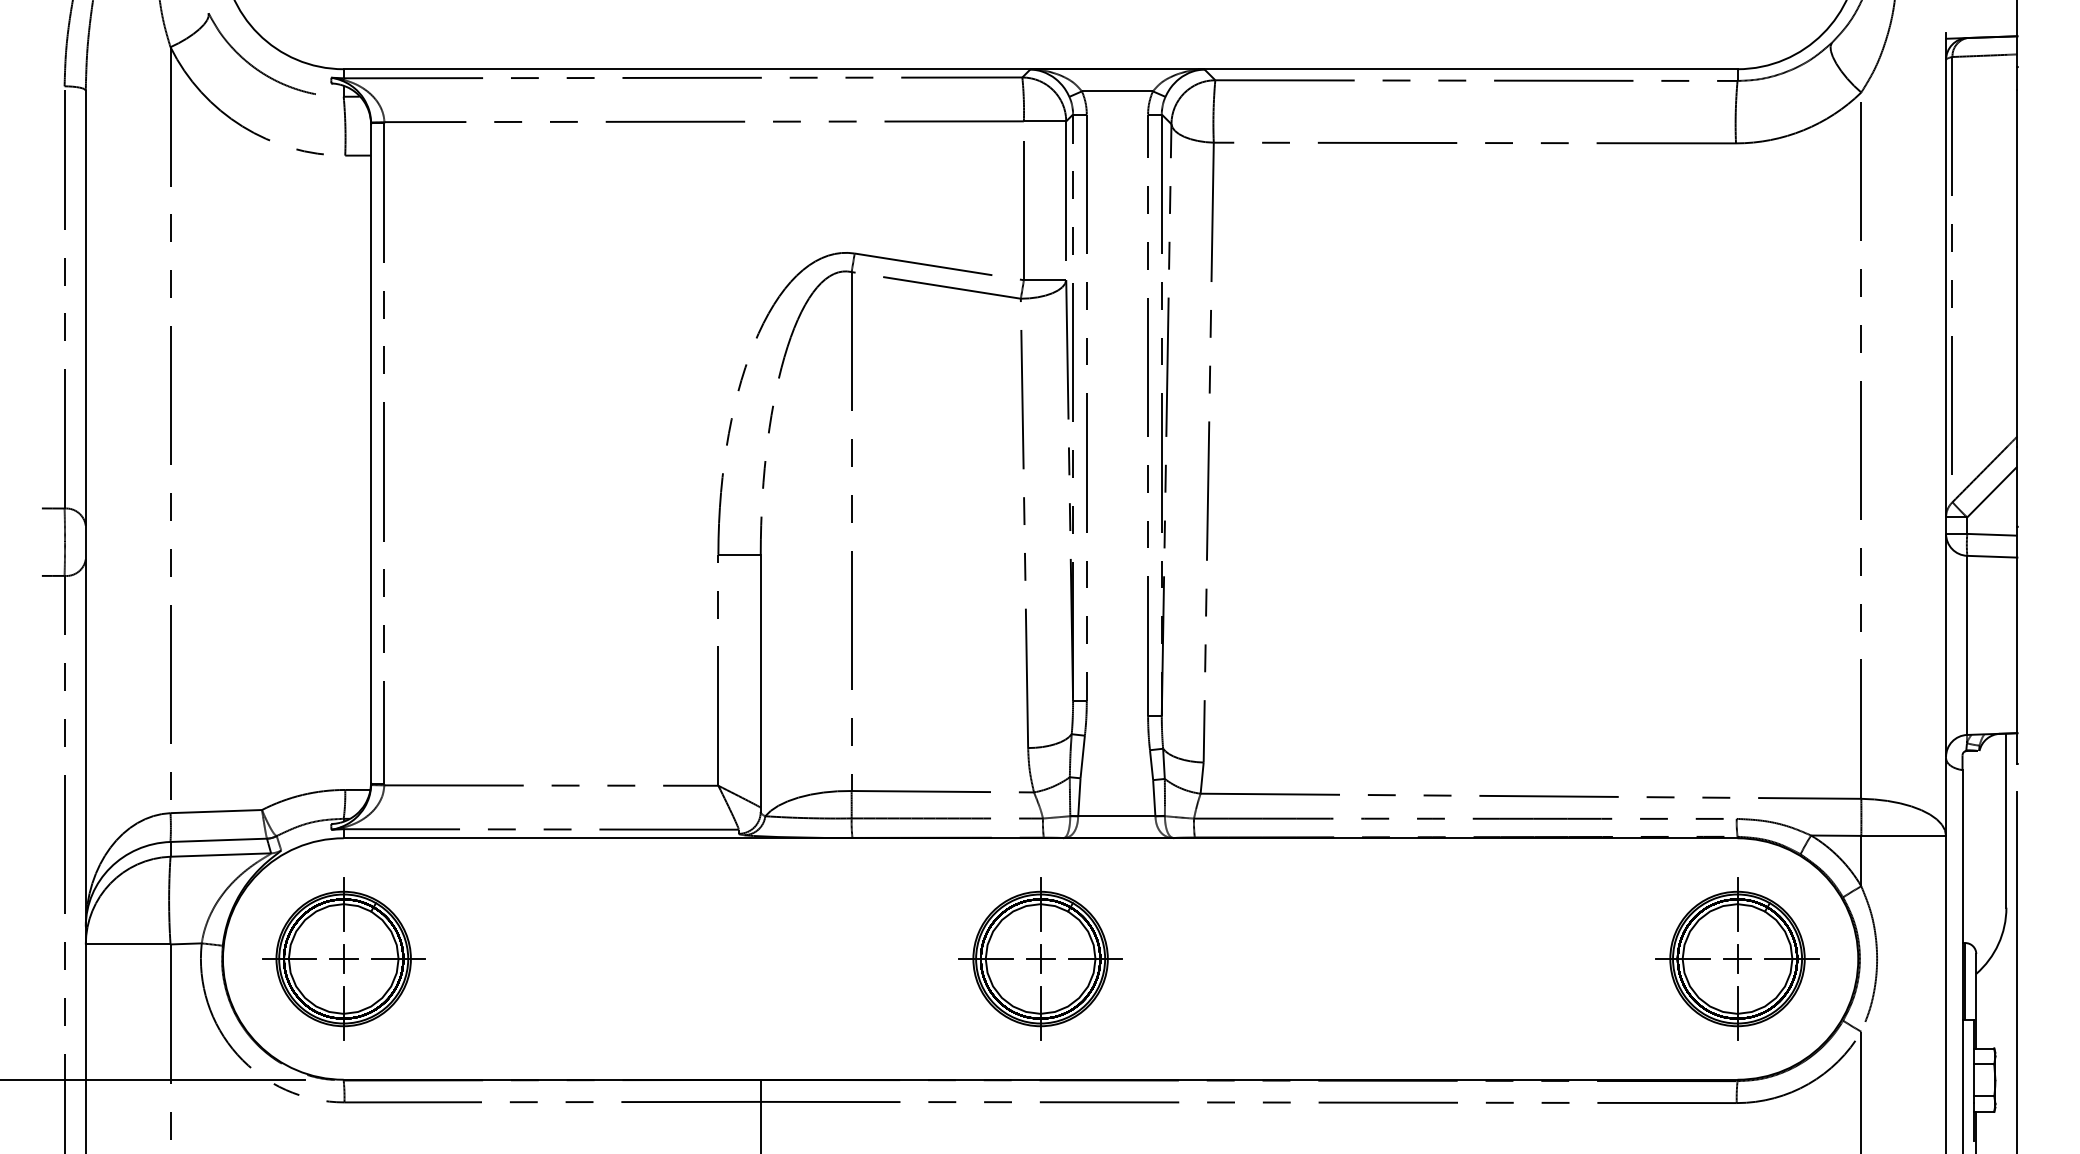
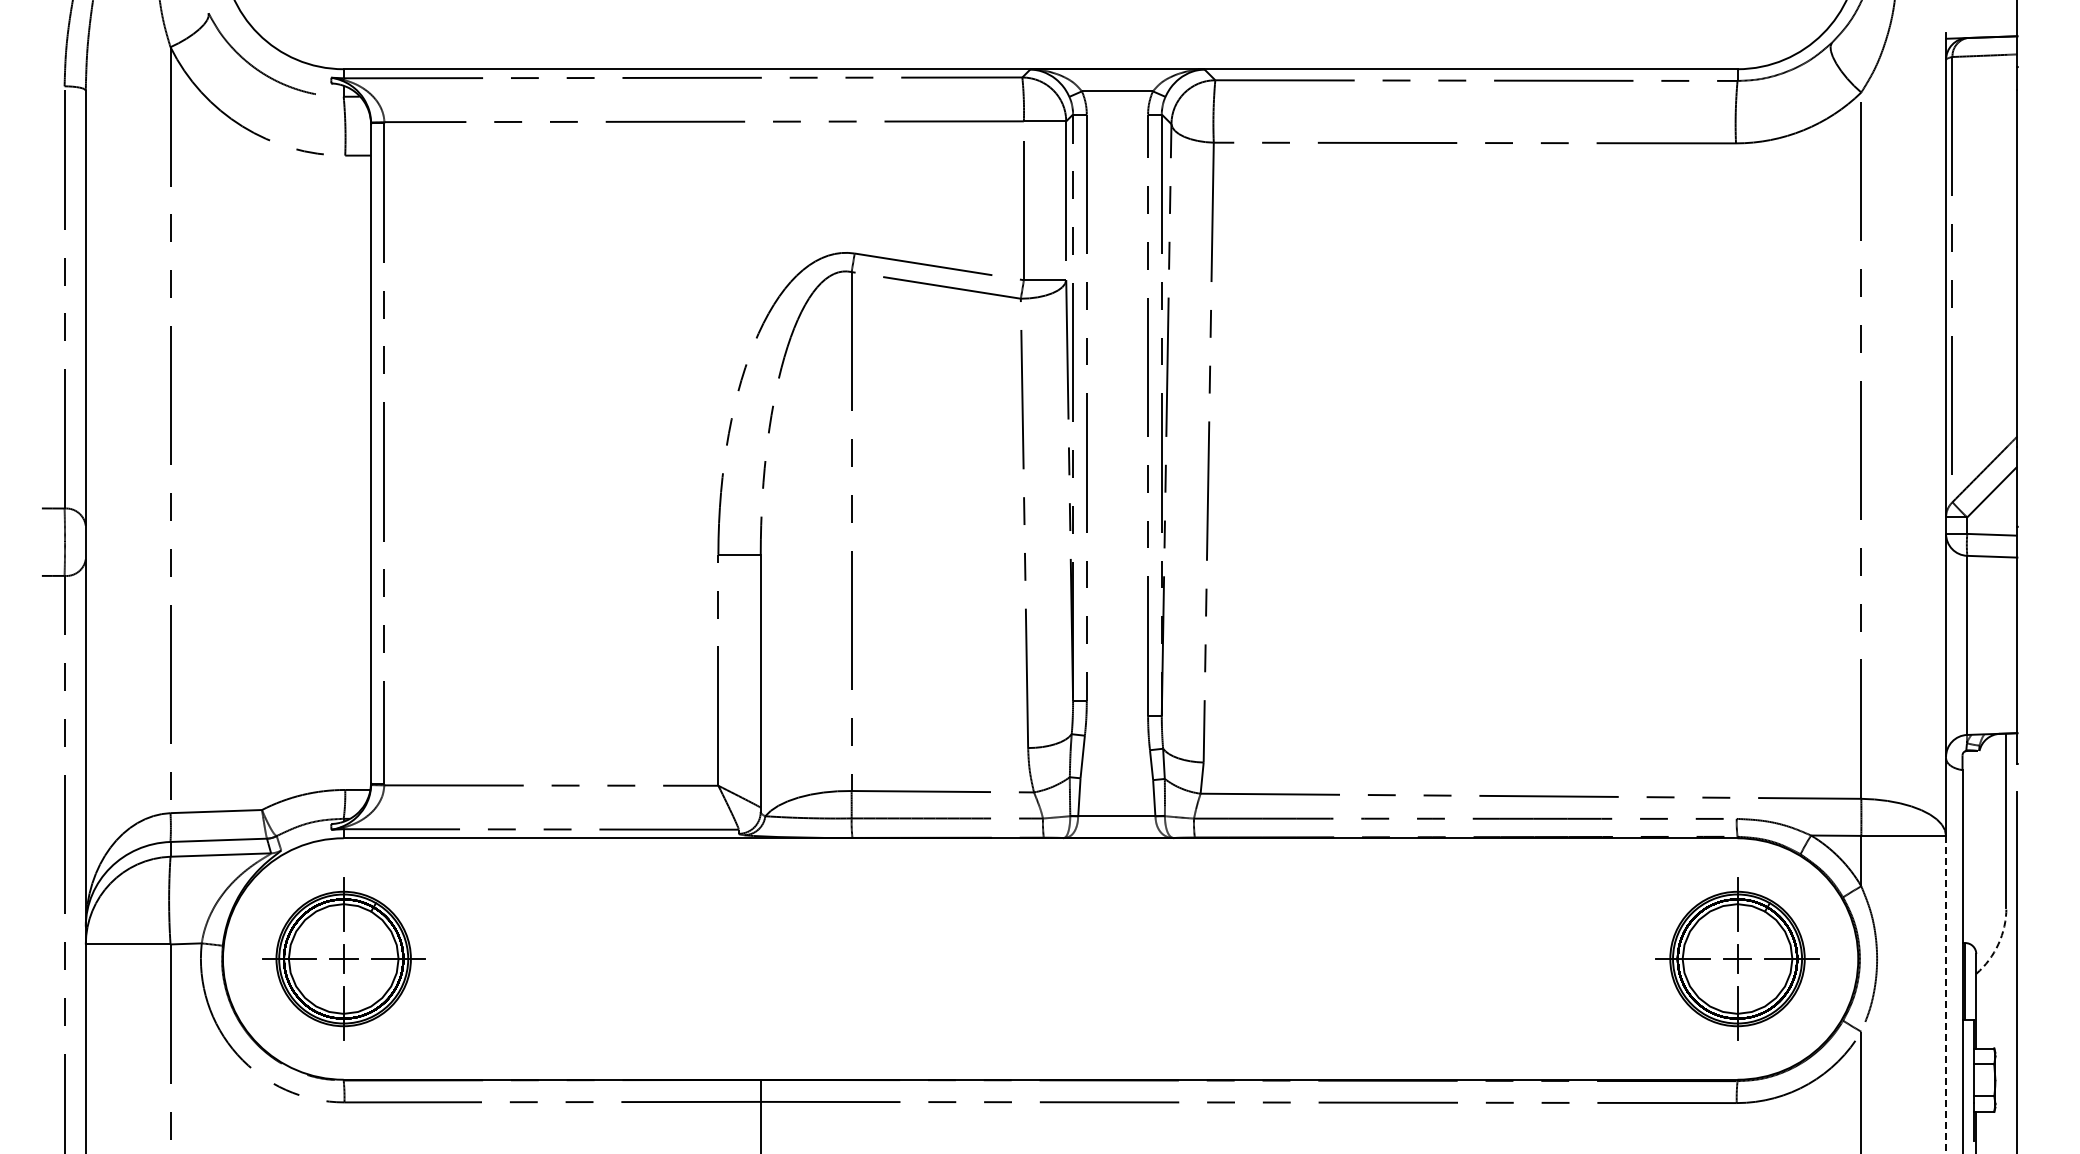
arc at (1998, 944): solid -> dashed
part at (1040, 958): present -> none
line at (1946, 994): solid -> dashed
line at (153, 1080): present -> none
